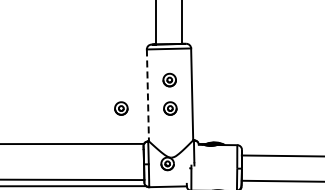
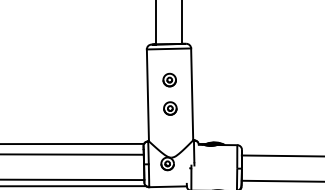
line at (147, 95): dashed -> solid
part at (121, 108): present -> none
line at (72, 154): none -> present
